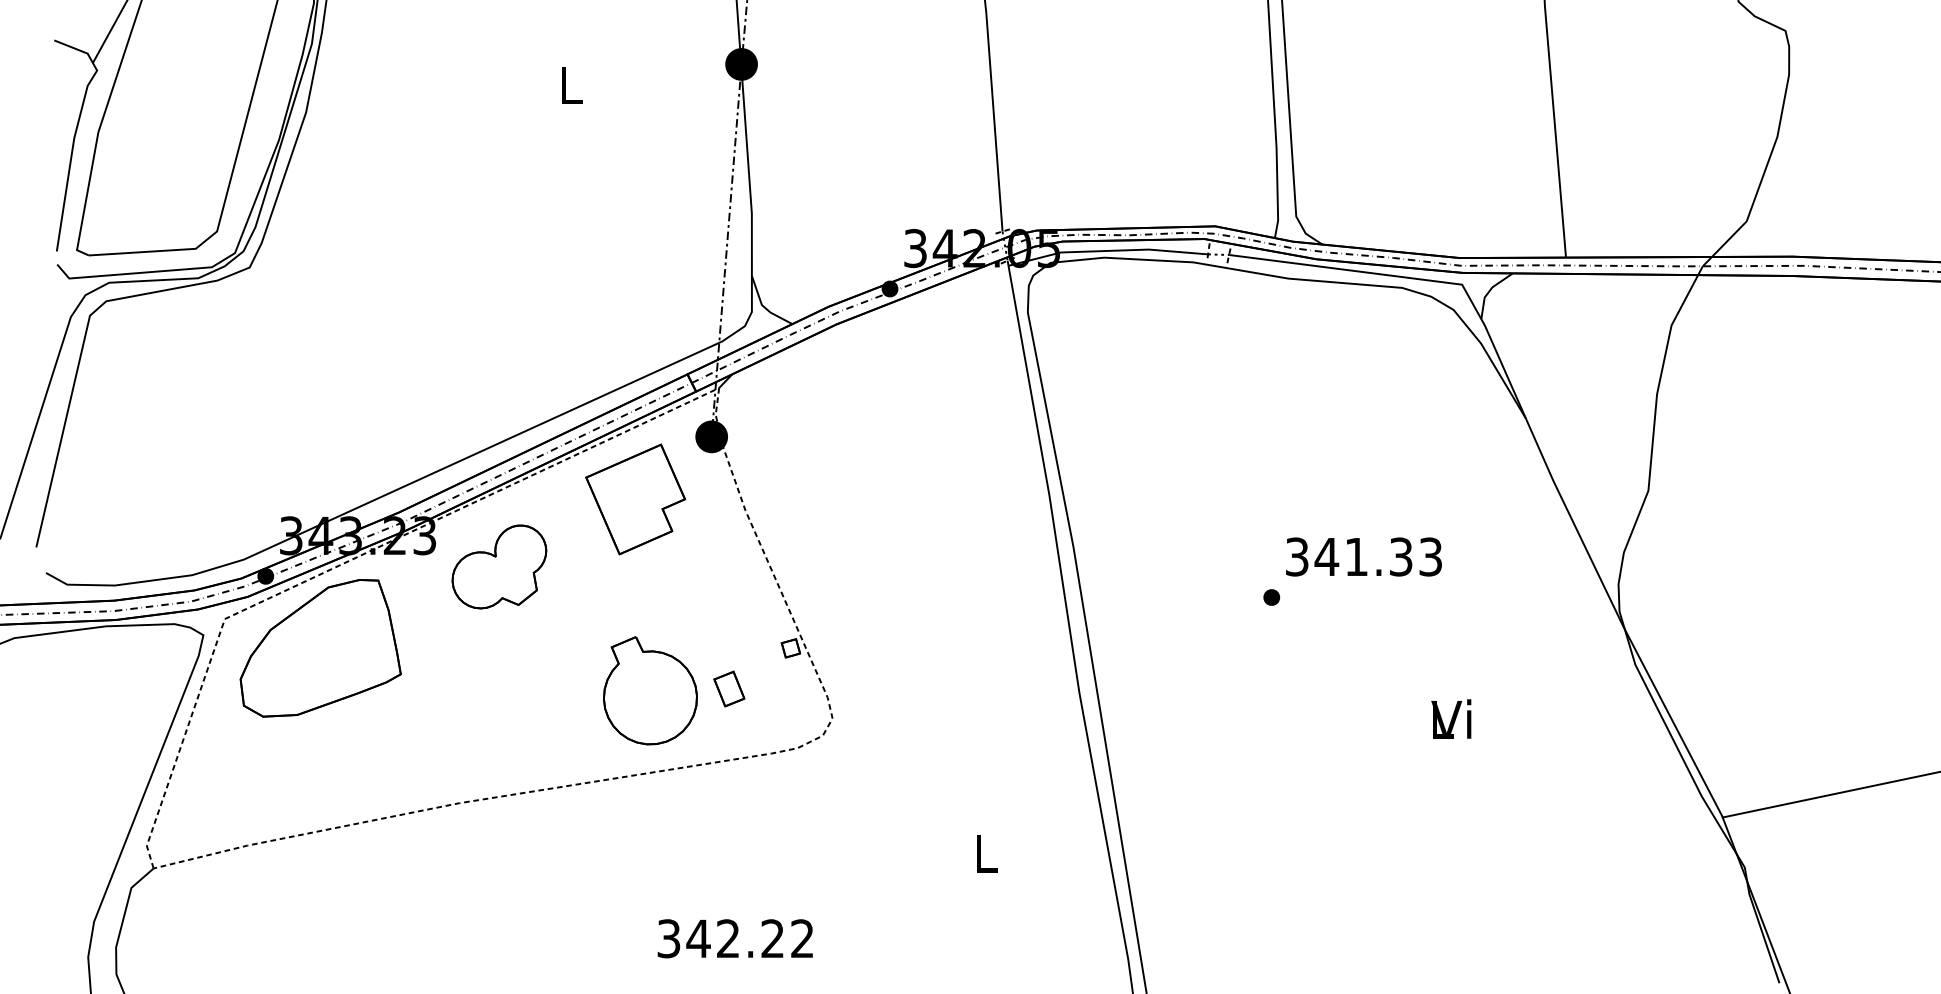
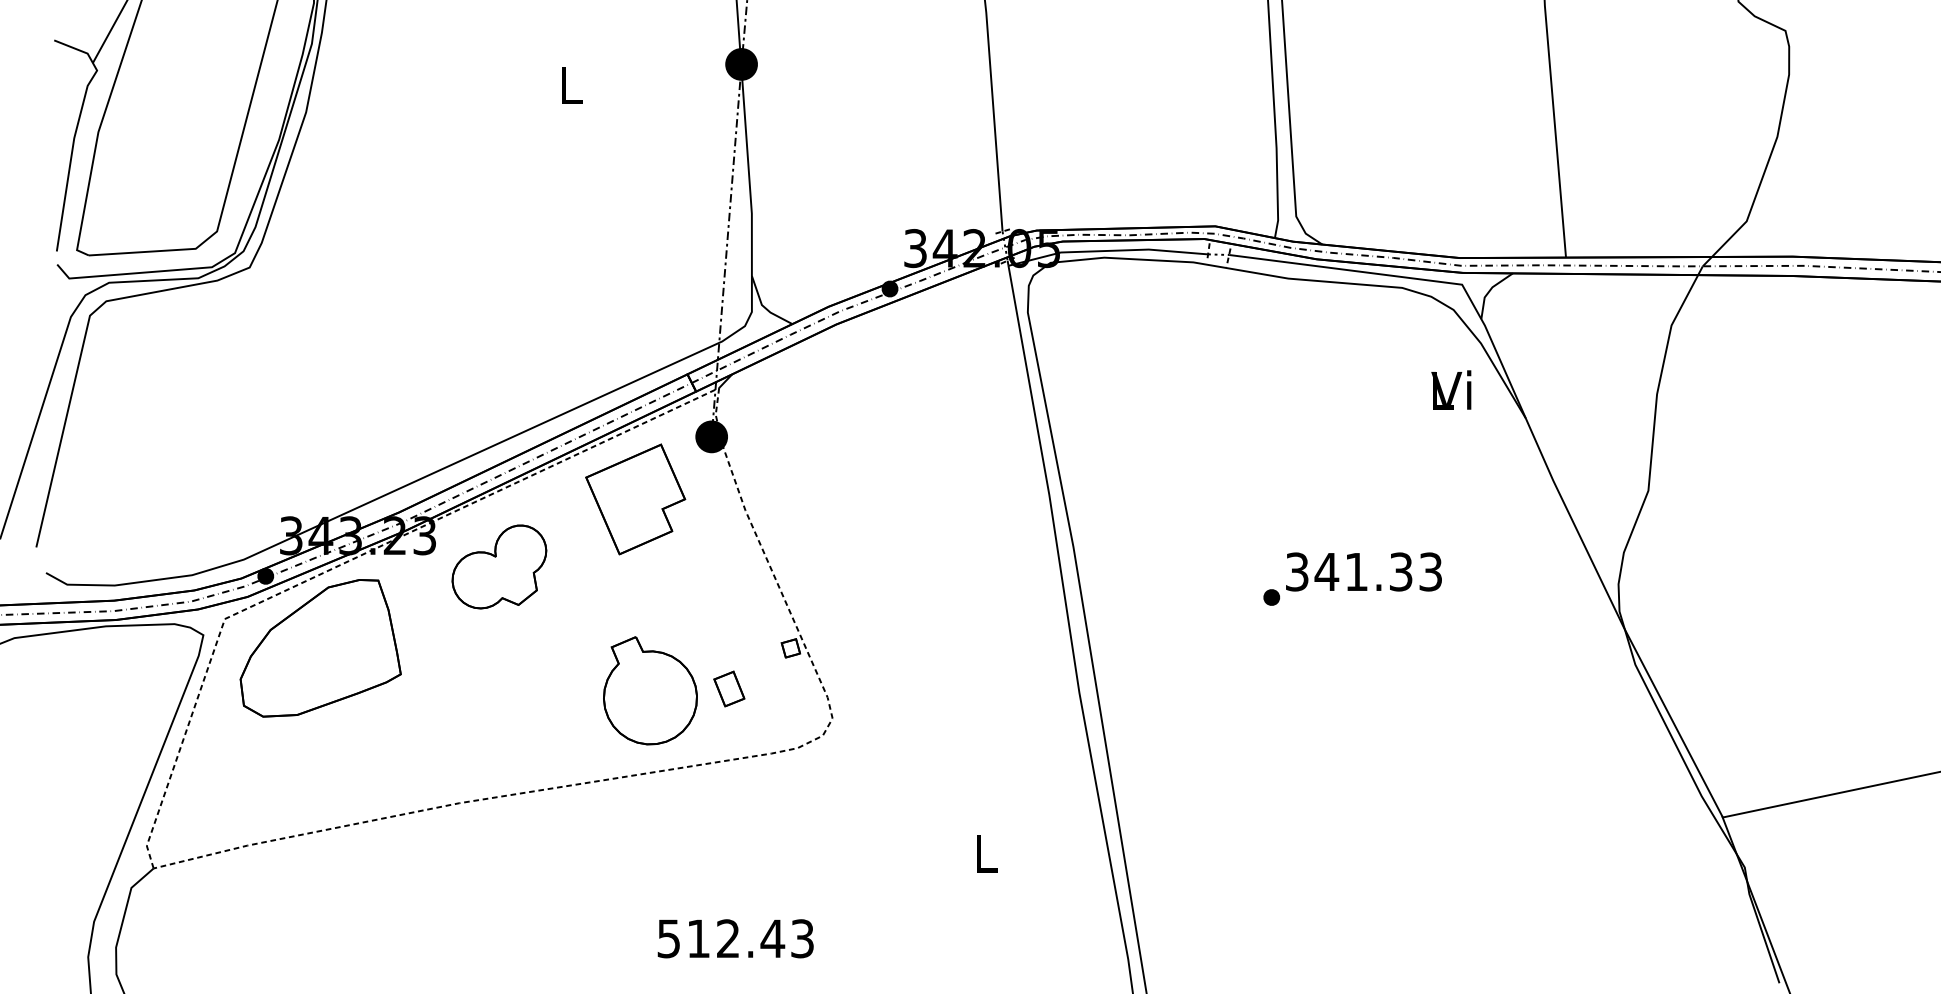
text at (1363, 556) position: (1363, 556) -> (1363, 571)
text at (1451, 718) position: (1451, 718) -> (1451, 389)
text at (735, 938): 342.22 -> 512.43
